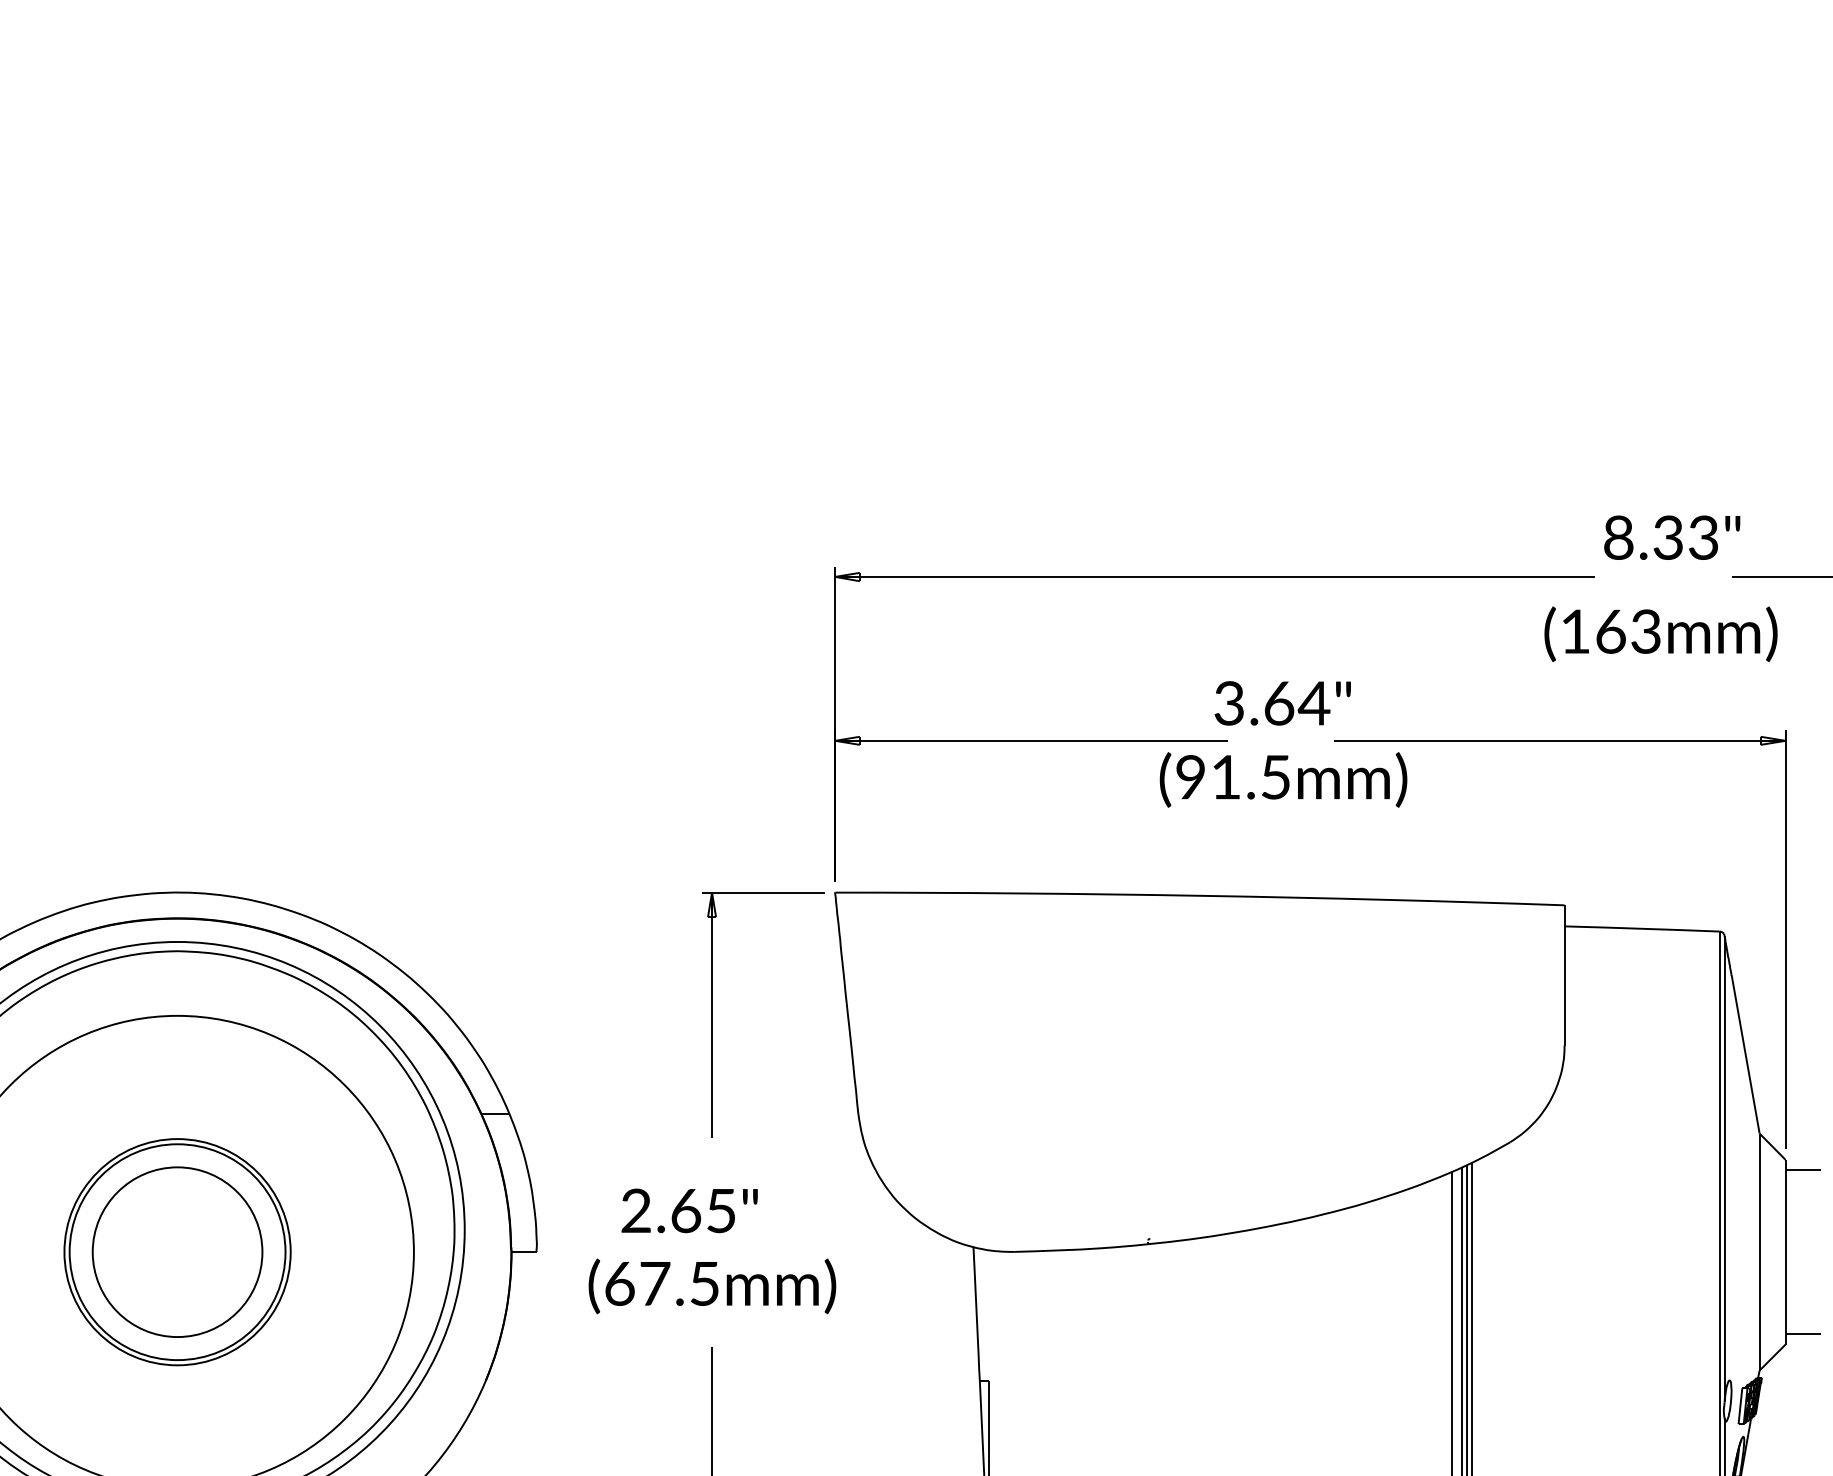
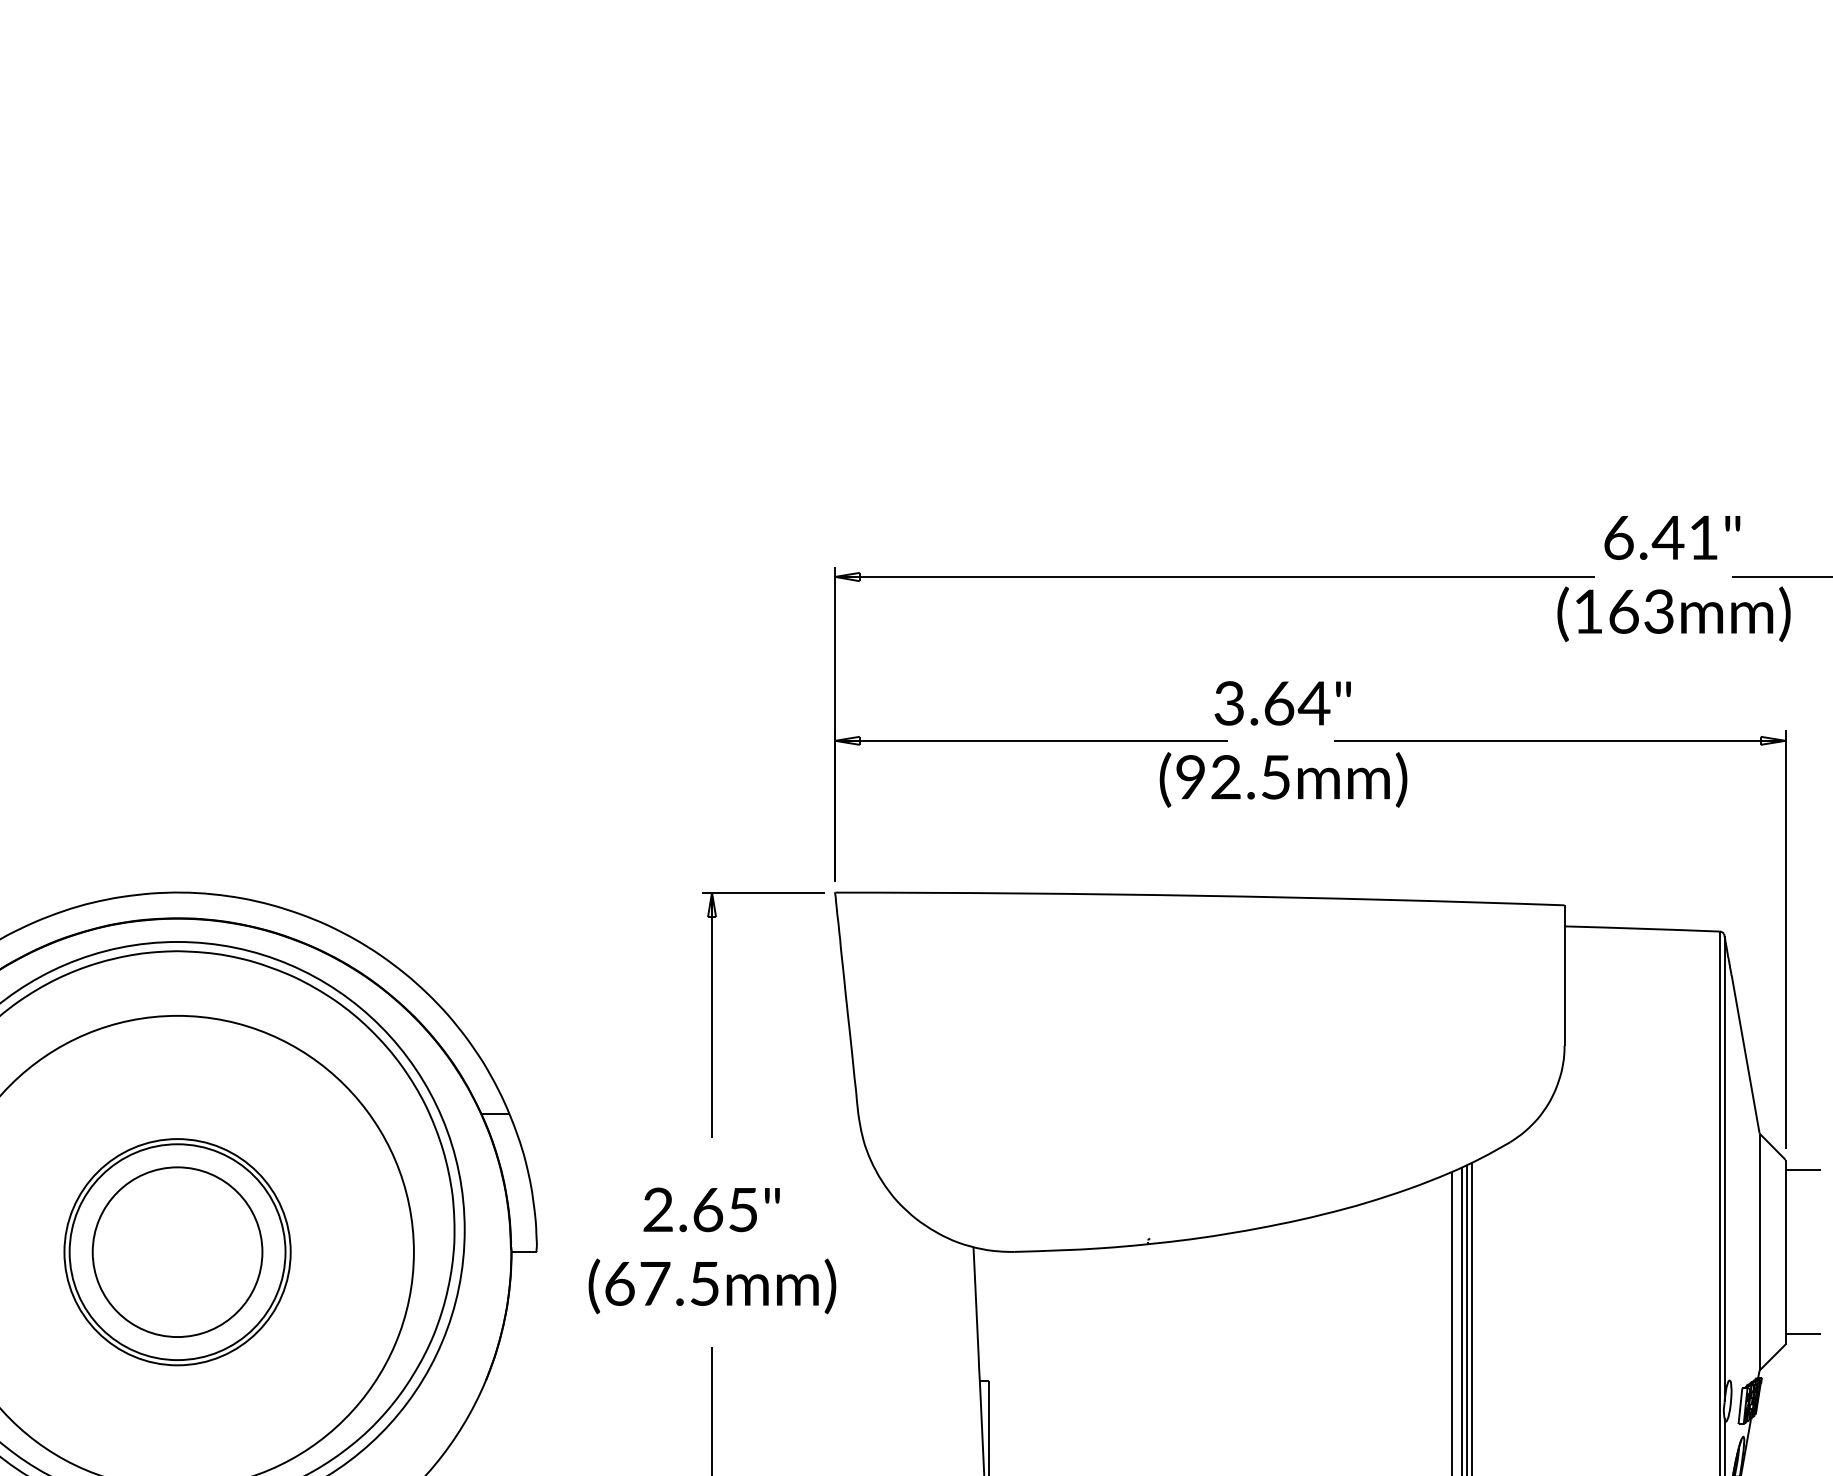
text at (1661, 537): 8.33" -> 6.41"
text at (1660, 634) position: (1660, 634) -> (1673, 614)
text at (1225, 777): (91.5mm) -> (92.5mm)
text at (689, 1210) position: (689, 1210) -> (711, 1209)
